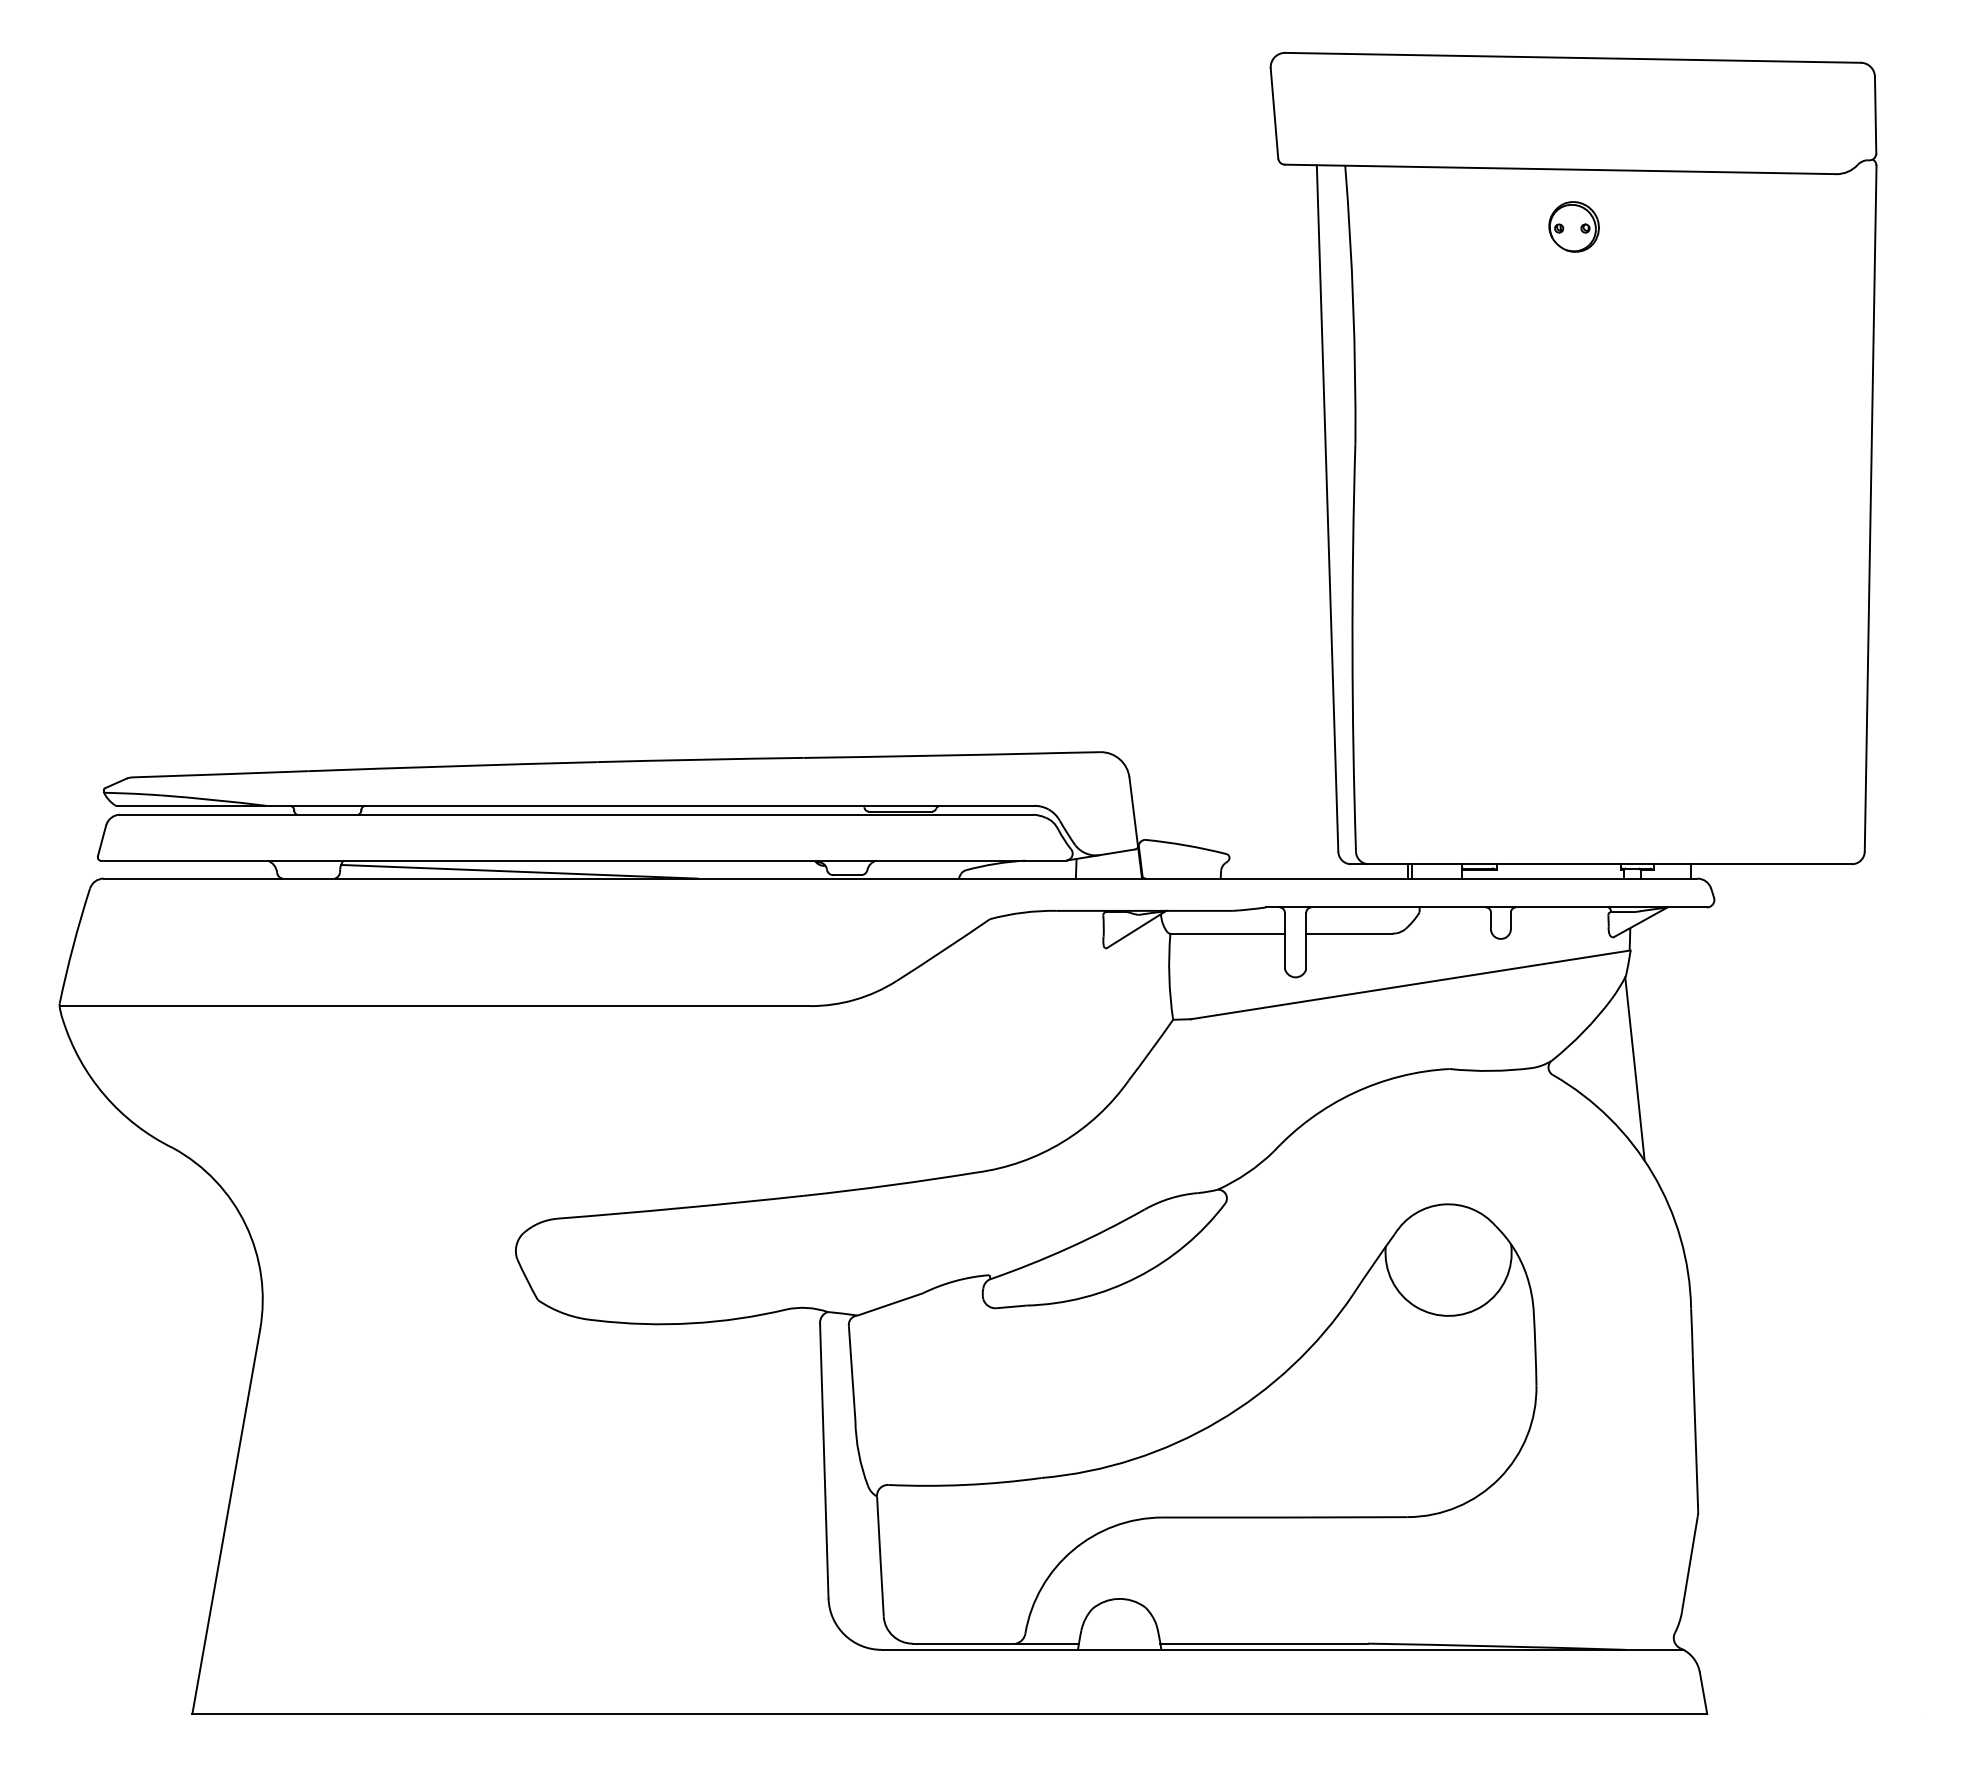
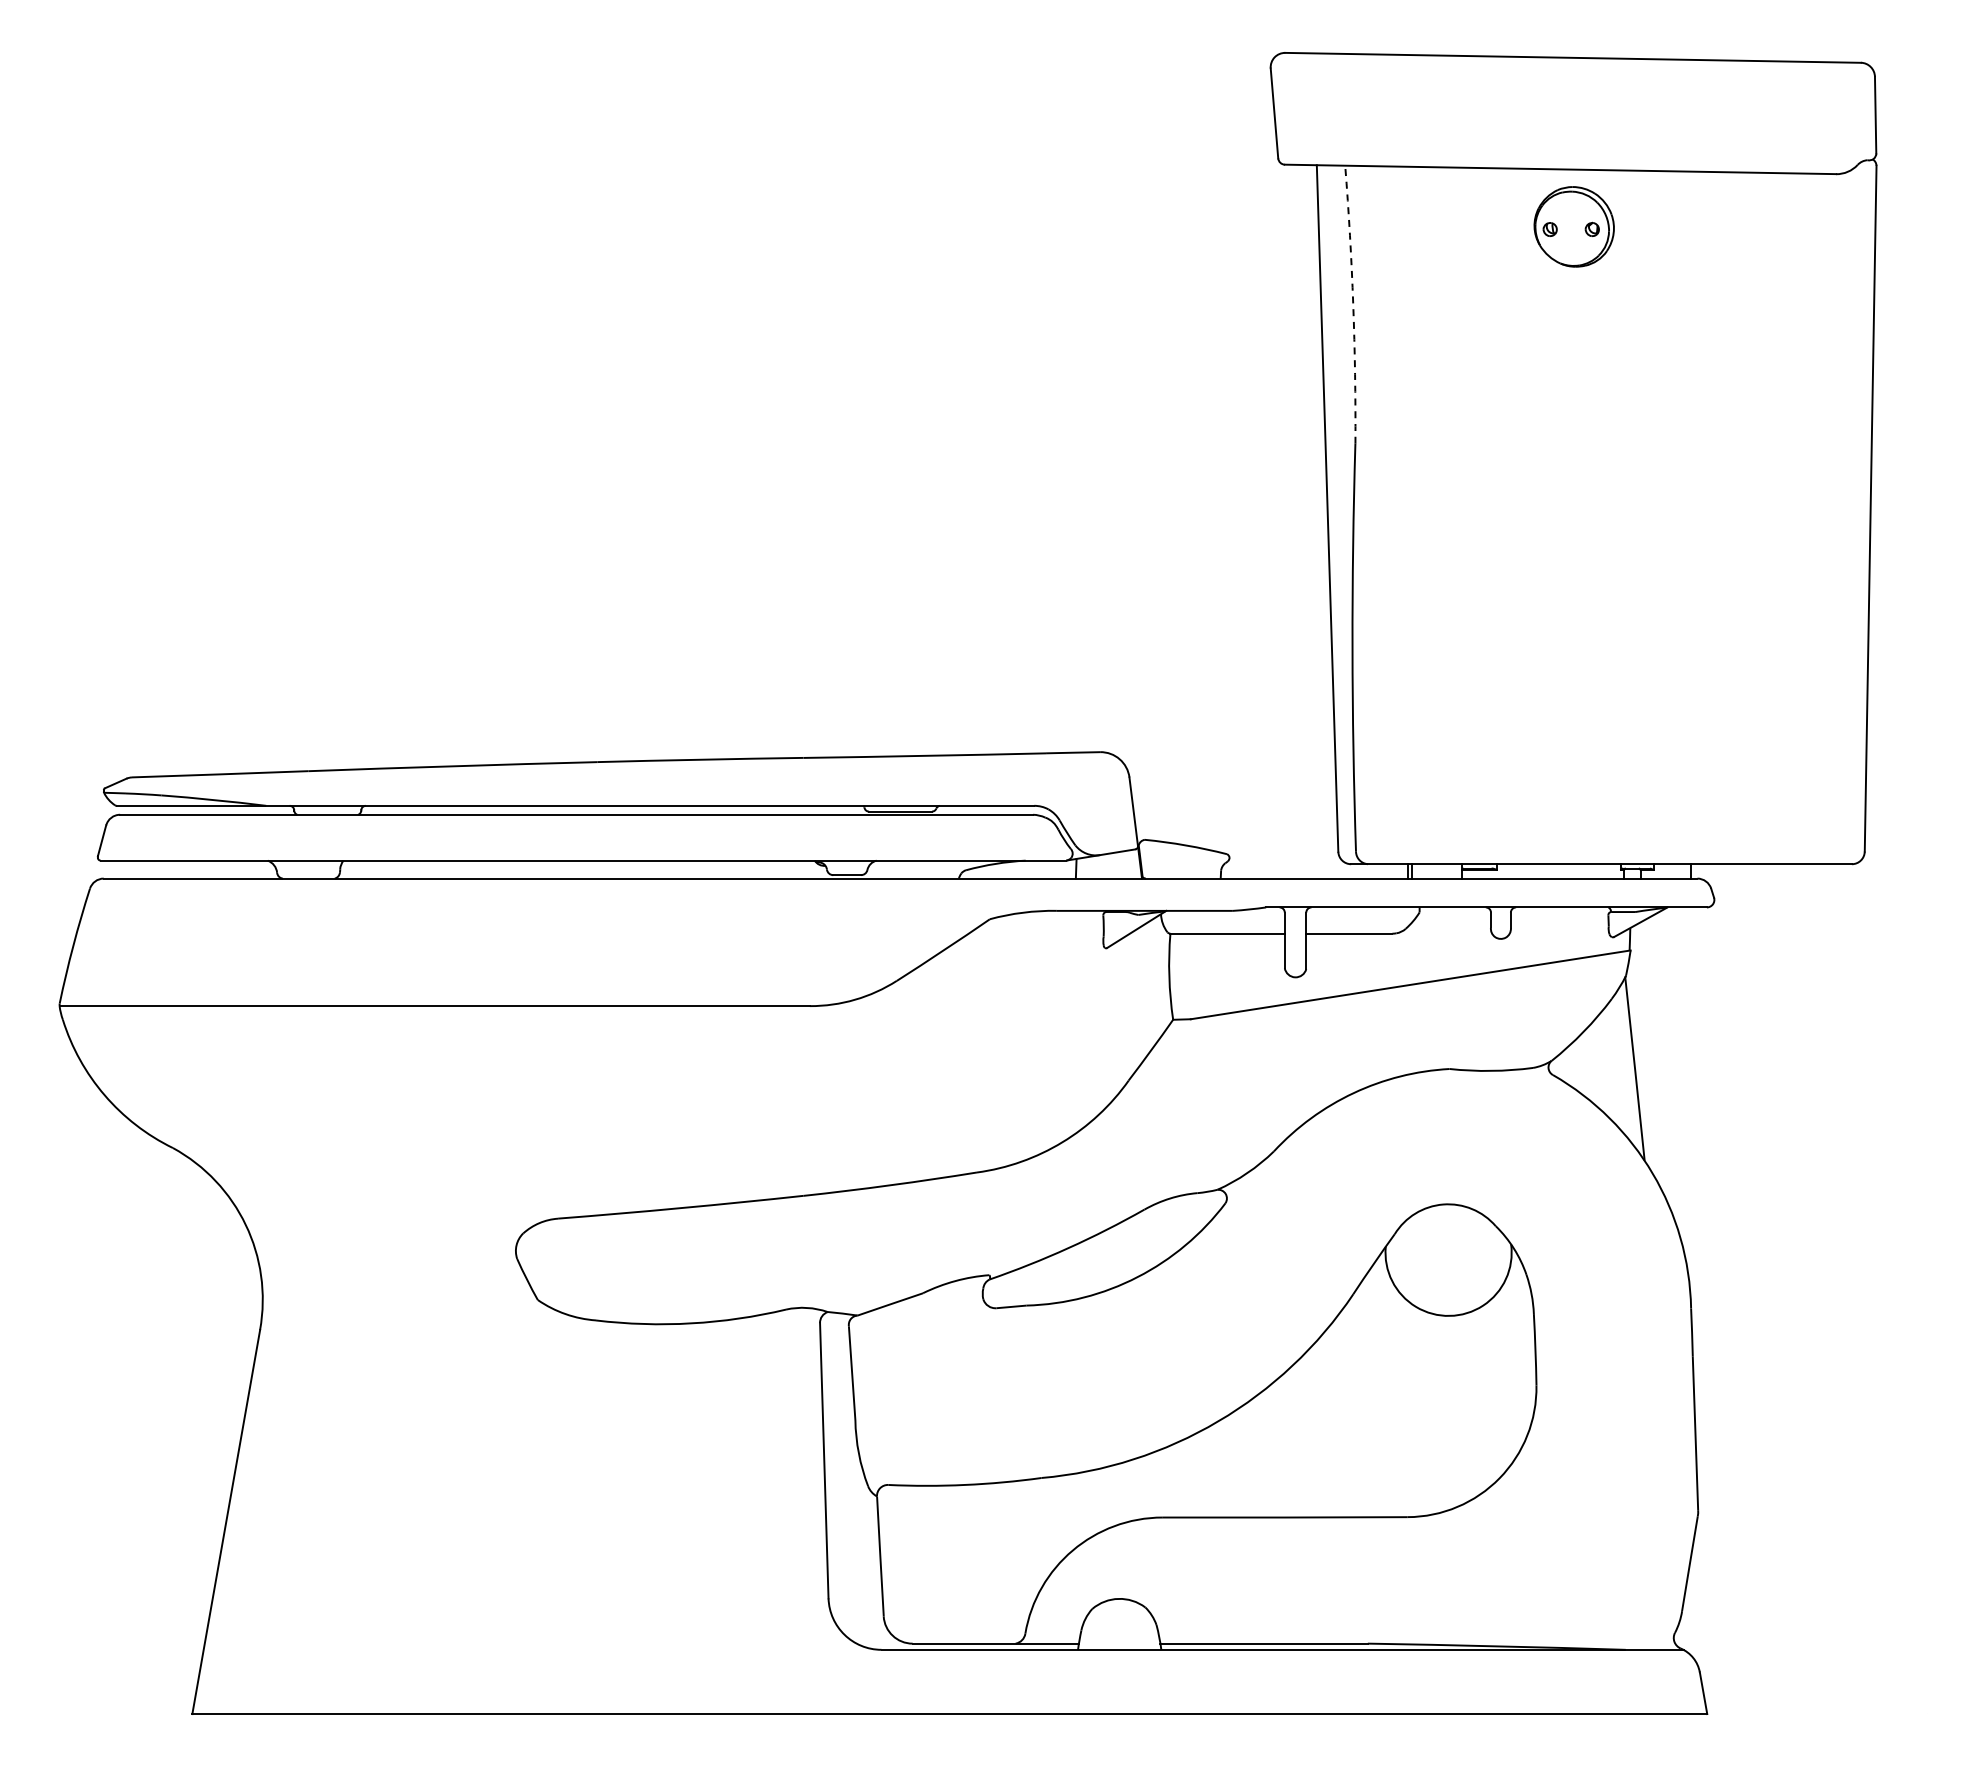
part at (1573, 226) size: 52x52 px -> 82x82 px
arc at (1353, 304): solid -> dashed
line at (519, 871): present -> none
